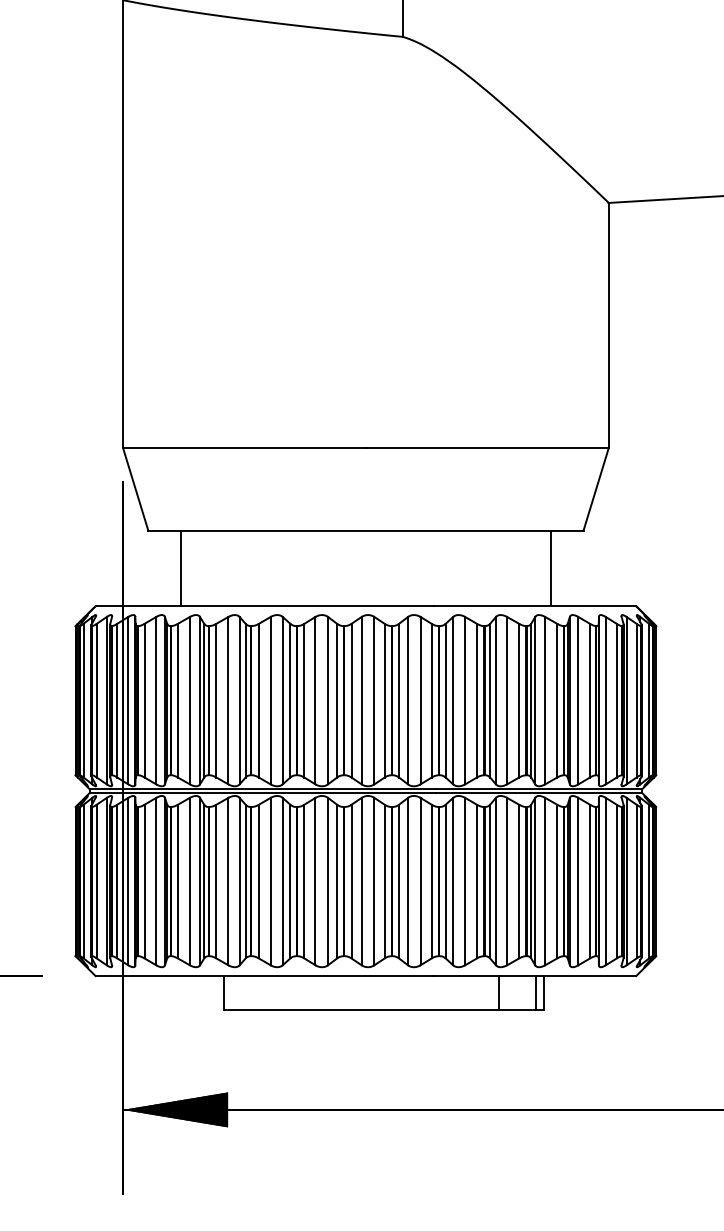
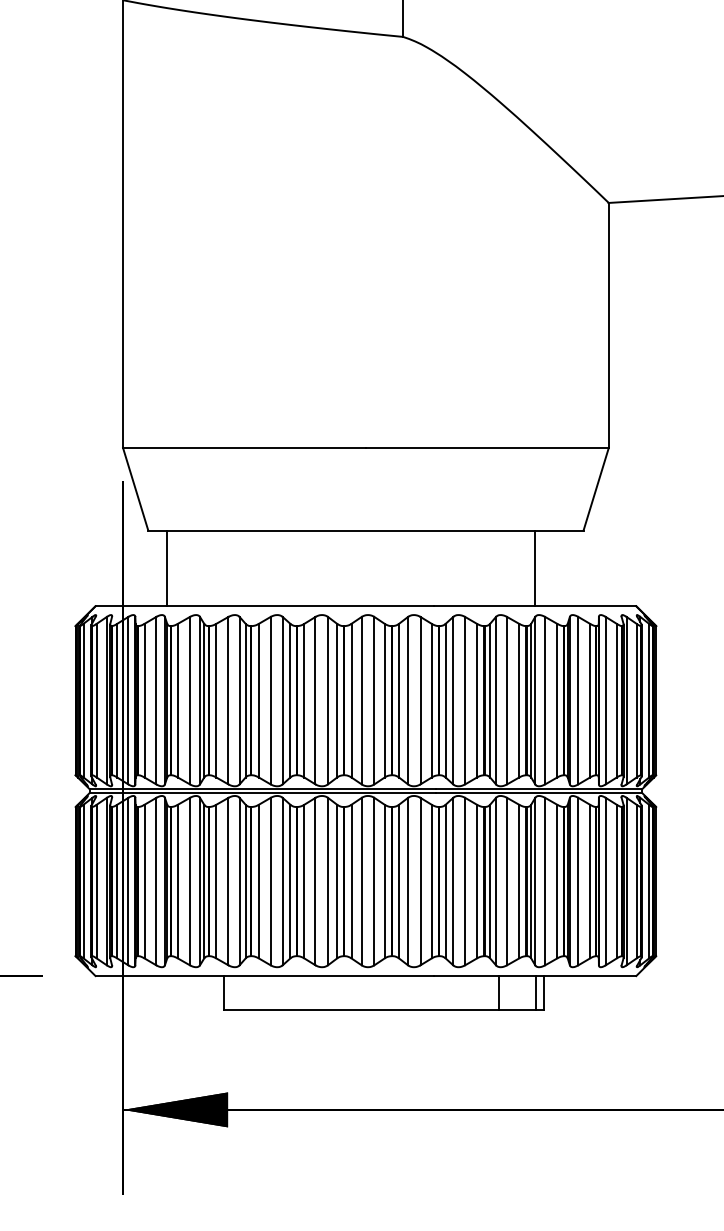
line at (181, 568) position: (181, 568) -> (167, 568)
line at (550, 568) position: (550, 568) -> (534, 568)
